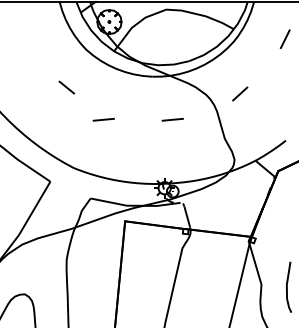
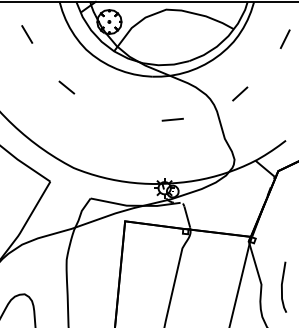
line at (27, 34): none -> present
line at (103, 119): present -> none
line at (287, 286) position: (287, 286) -> (282, 286)
